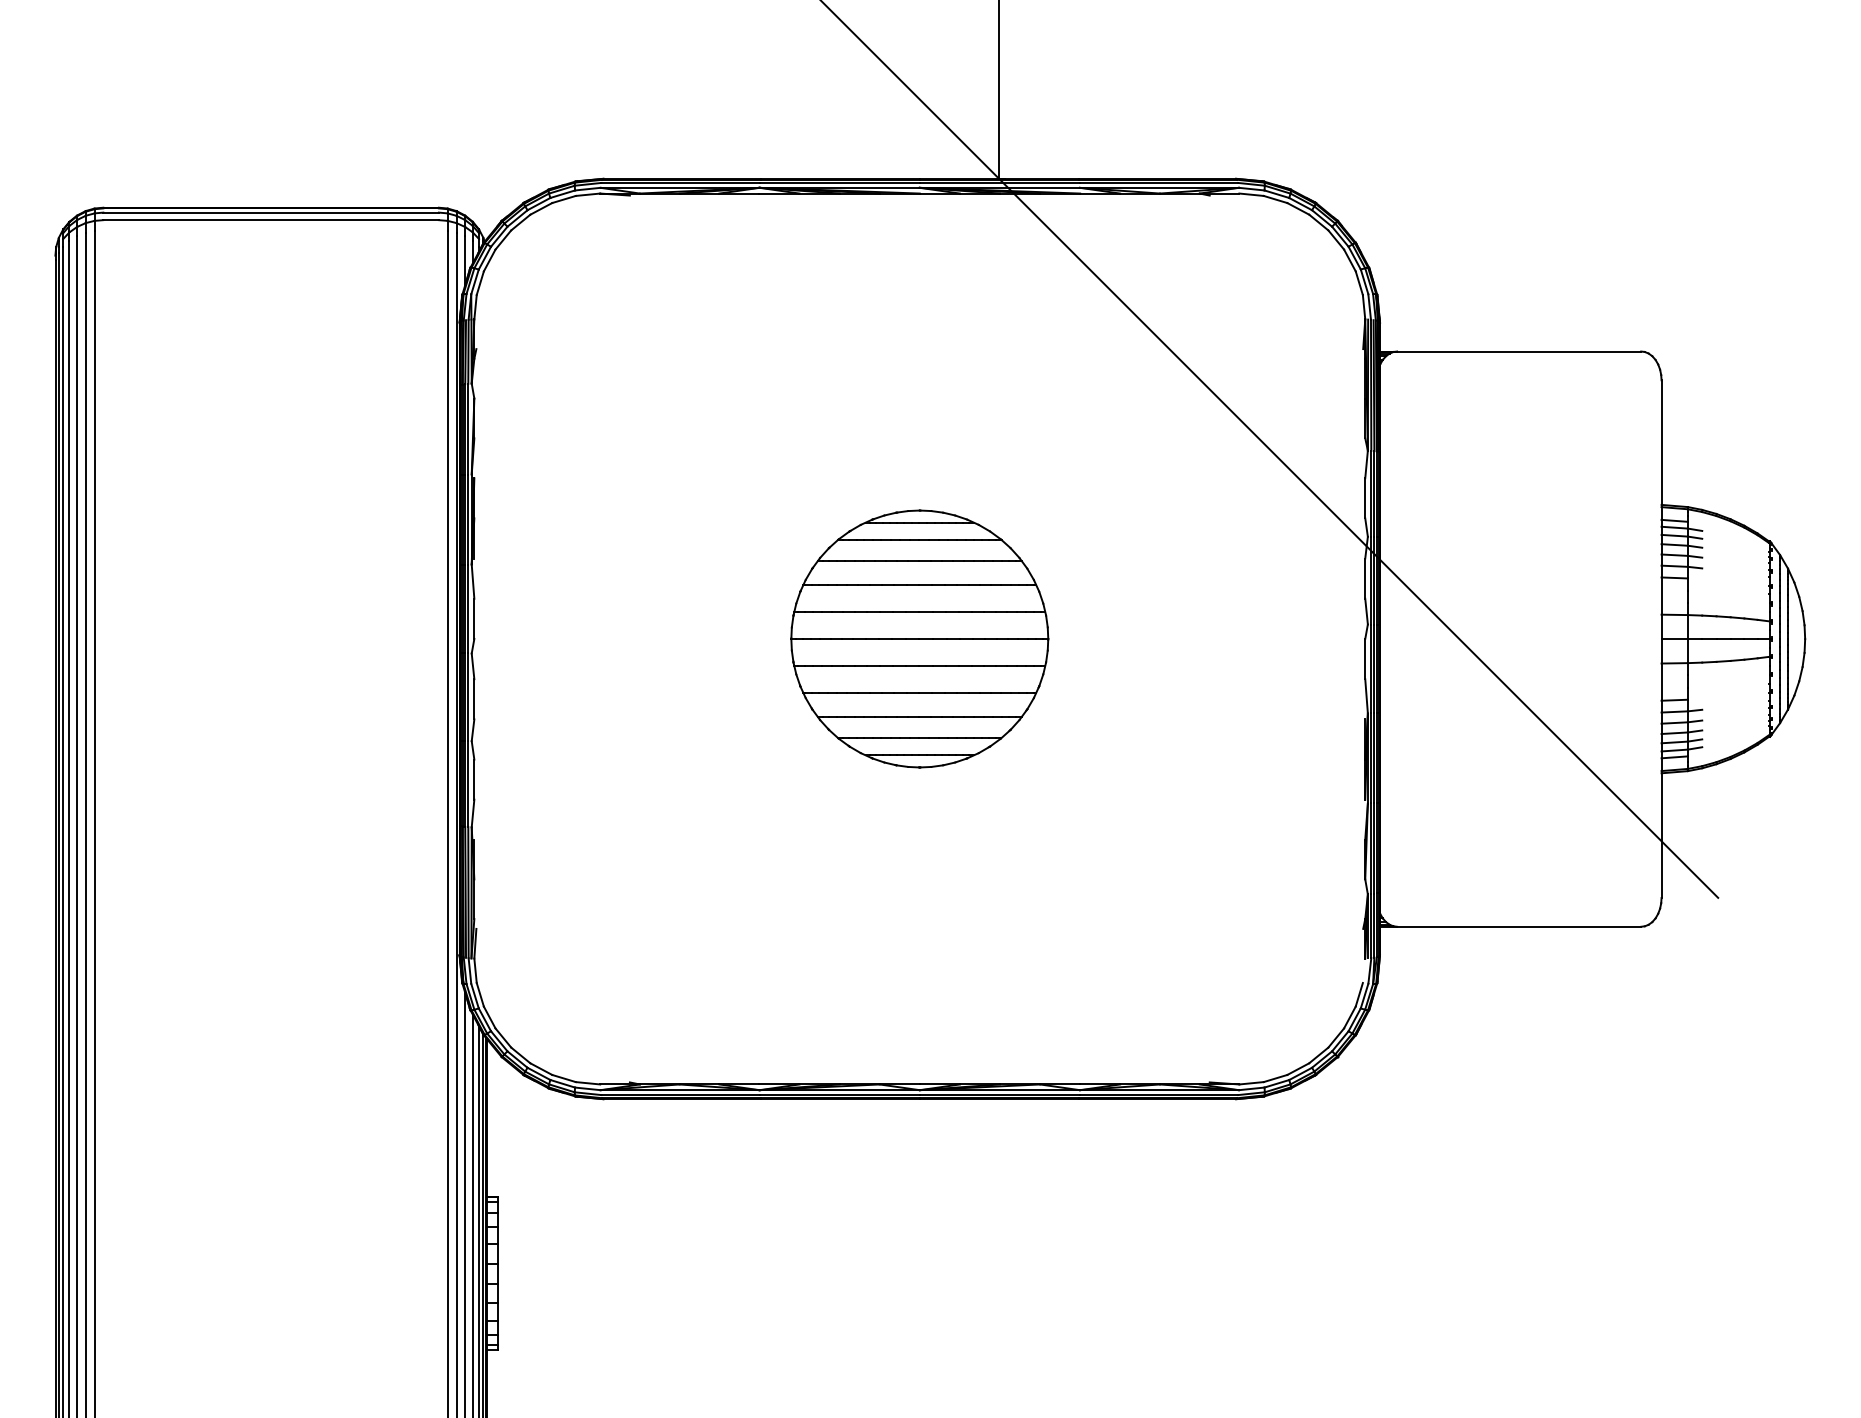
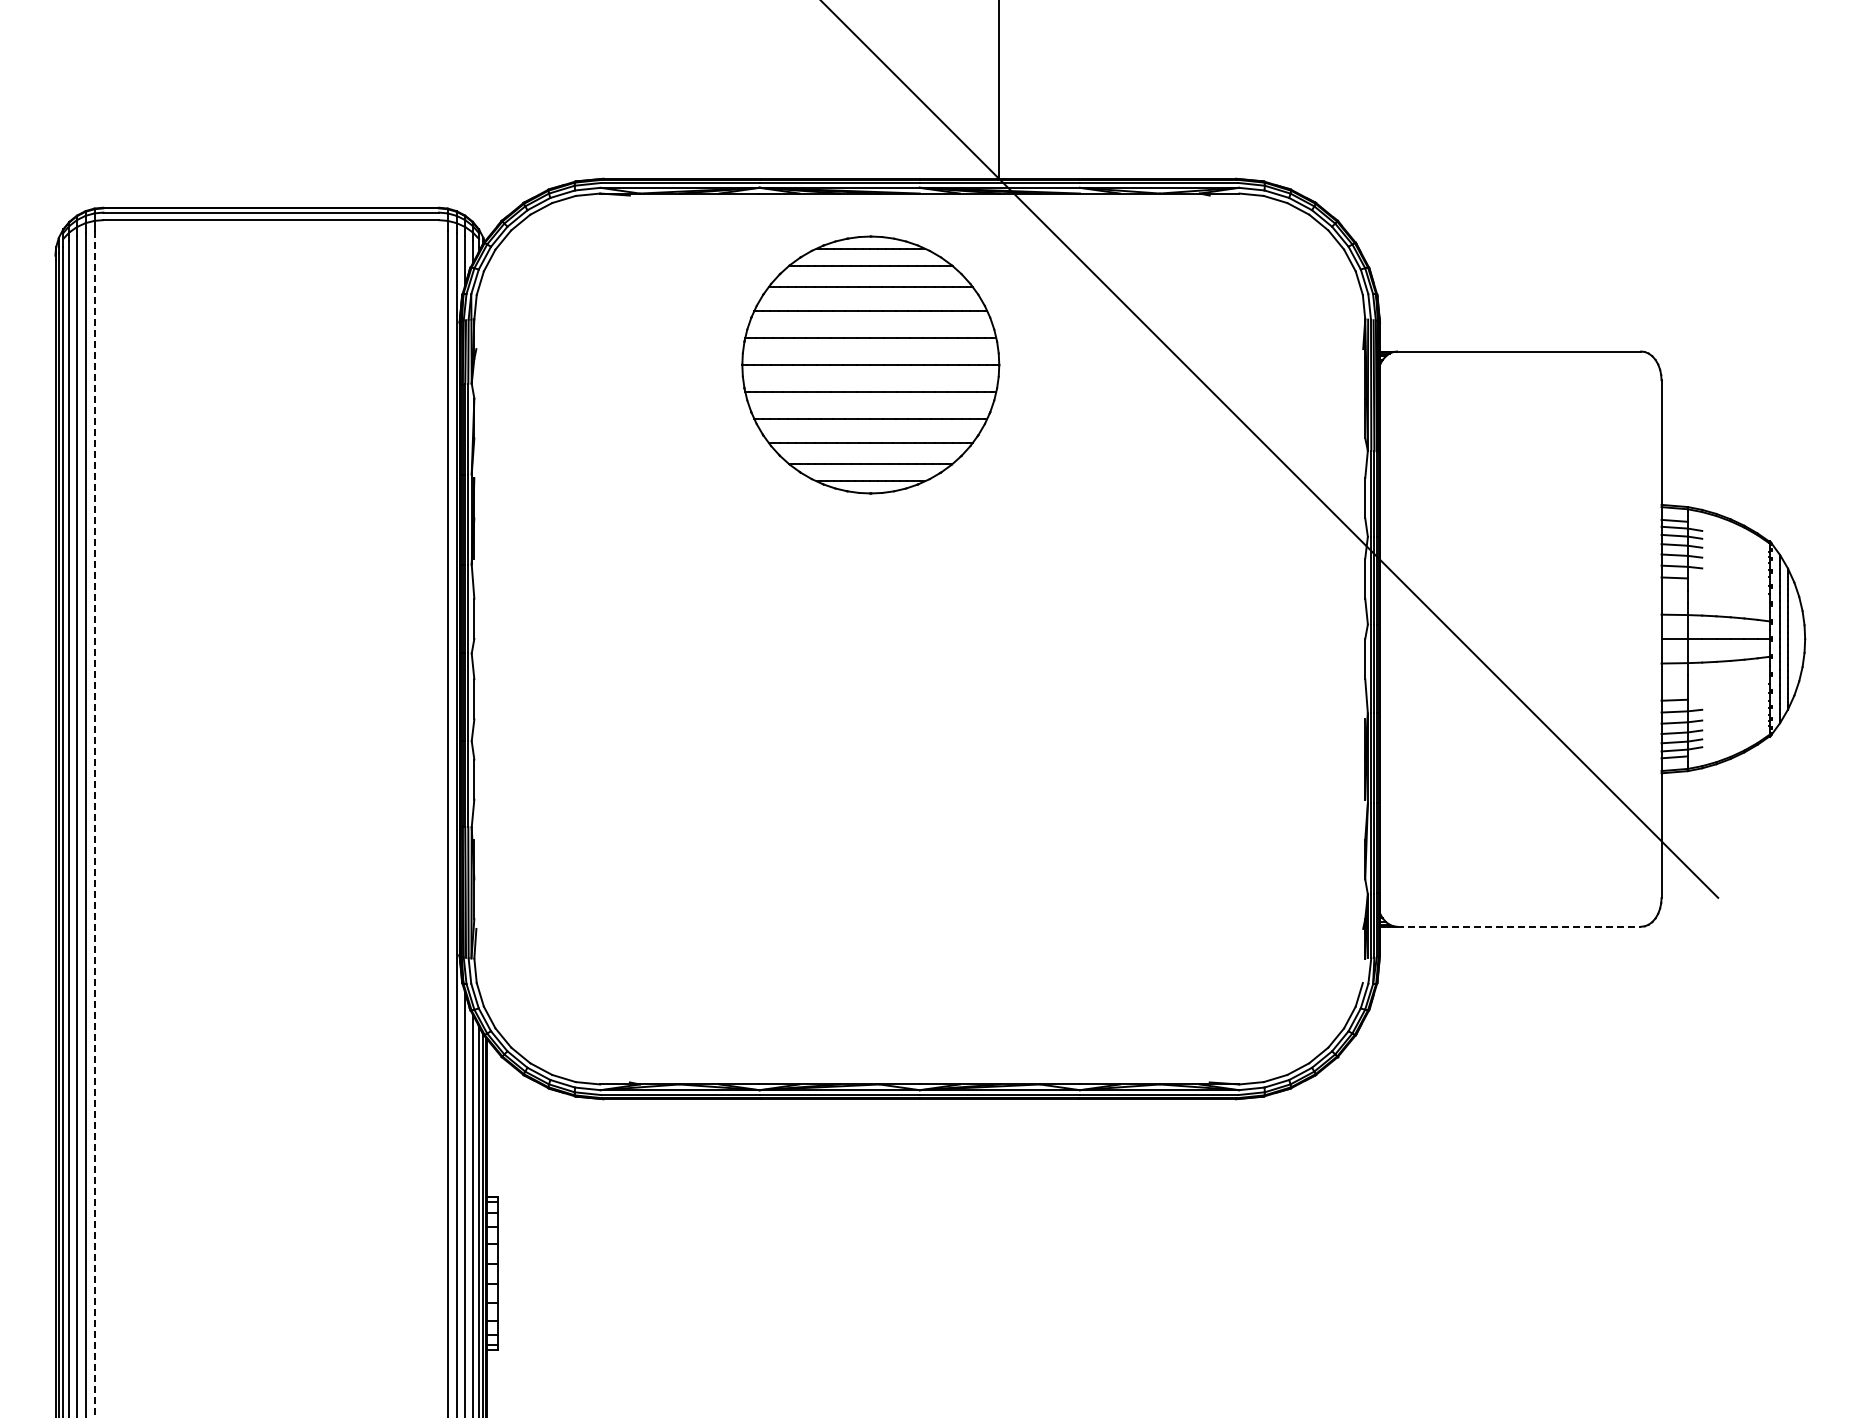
part at (919, 638) position: (919, 638) -> (870, 364)
line at (94, 824): solid -> dashed
line at (1519, 926): solid -> dashed
